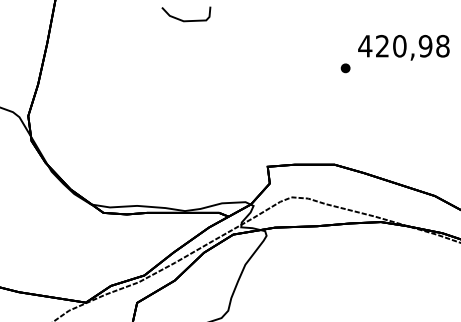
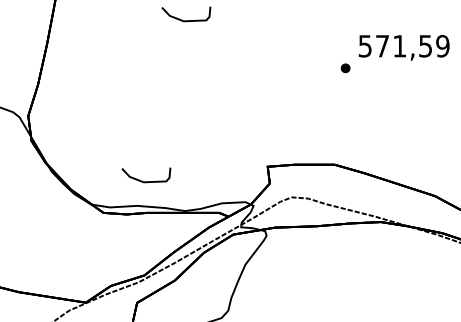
text at (403, 46): 420,98 -> 571,59
curve at (146, 181): none -> present
